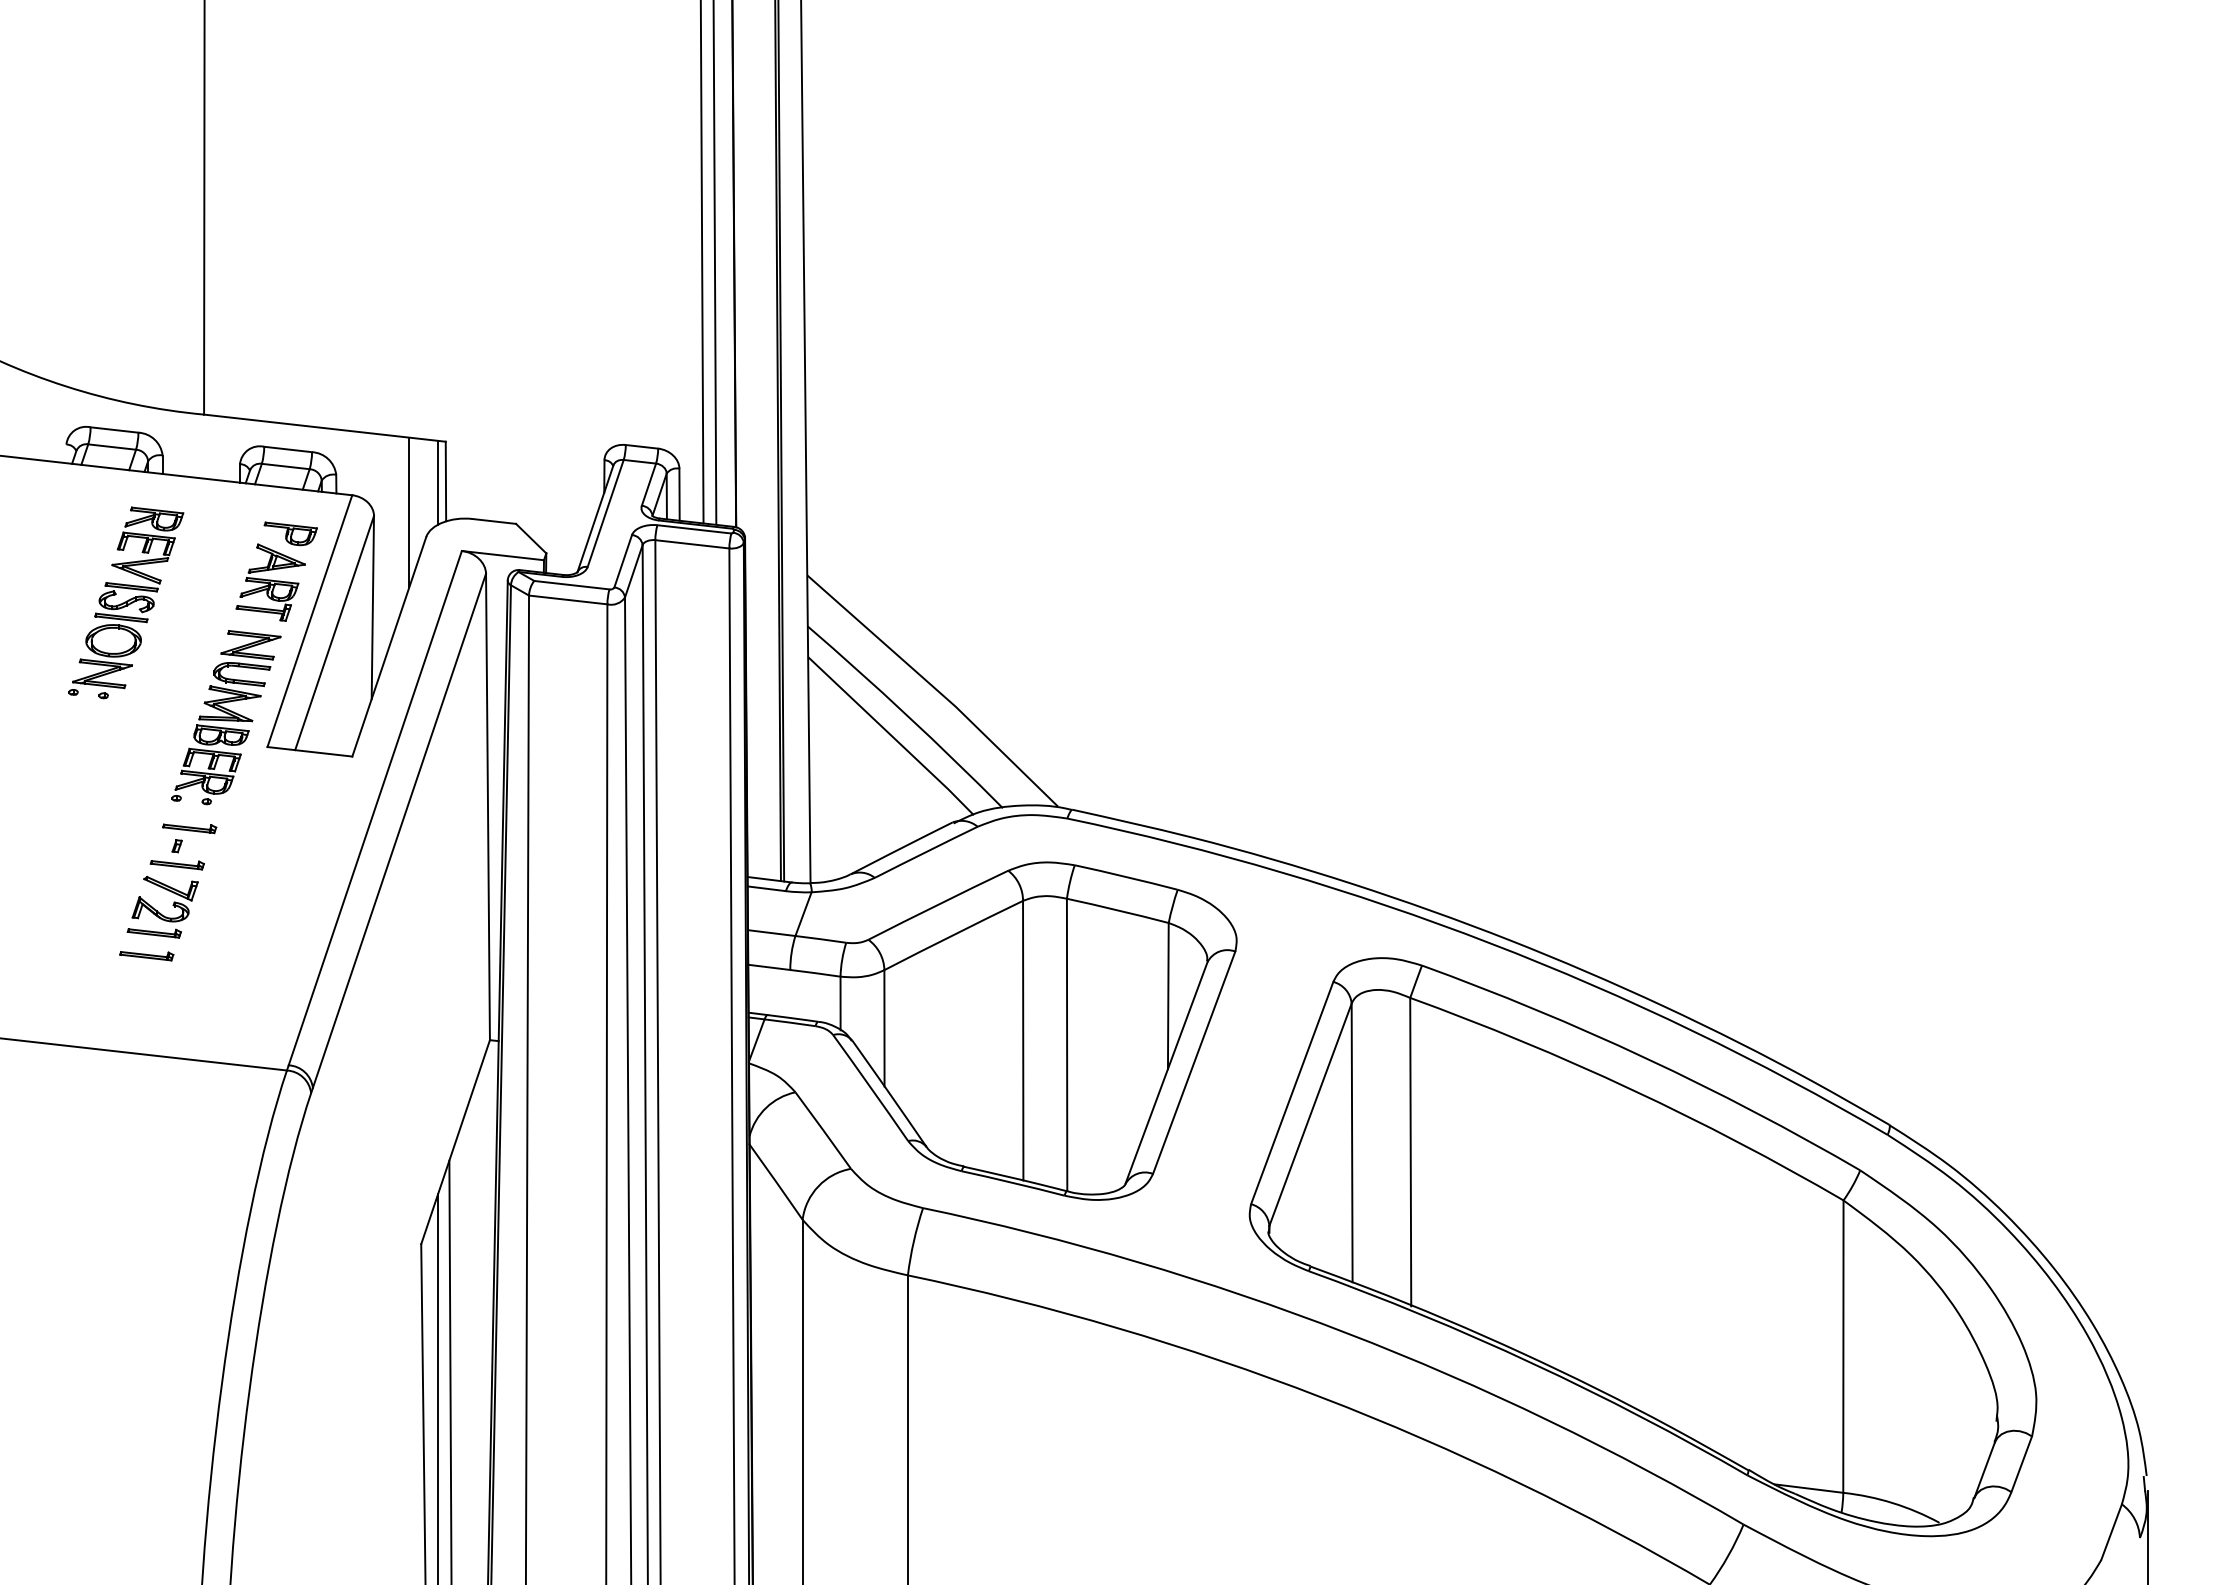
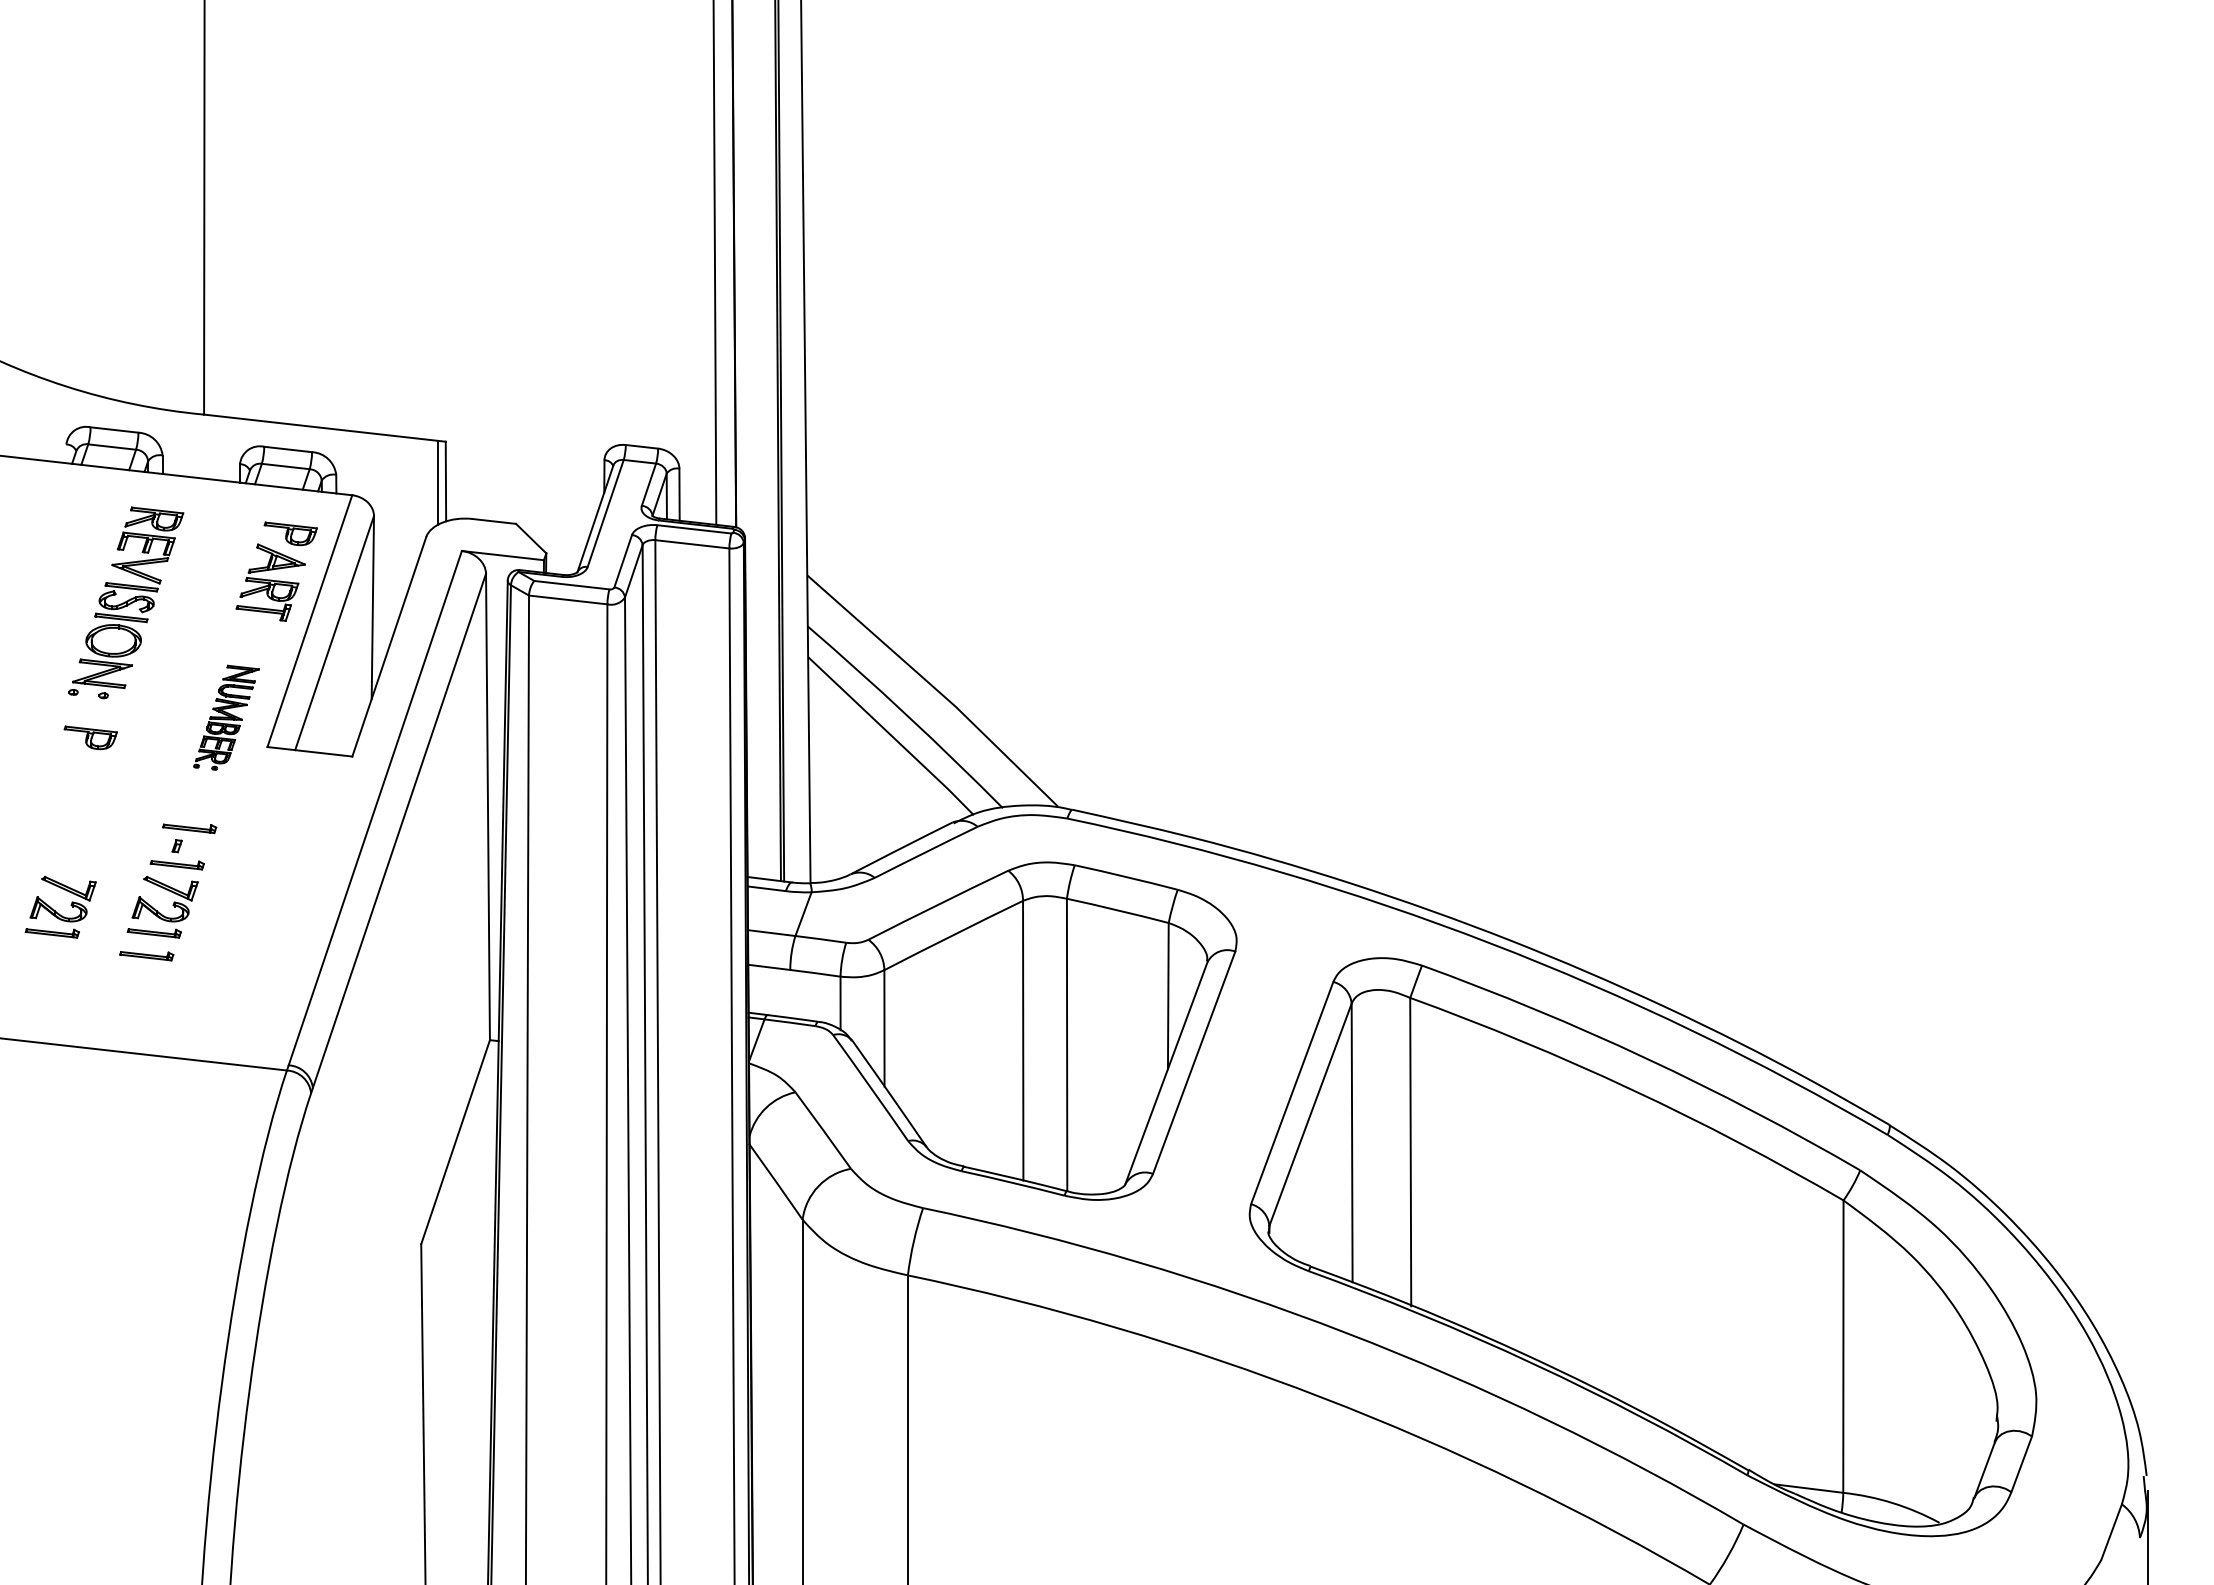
line at (701, 262): present -> none
line at (409, 512): present -> none
part at (226, 717) size: 111x176 px -> 67x107 px
part at (90, 737): none -> present
part at (60, 907): none -> present
line at (450, 1370): present -> none
line at (438, 1387): present -> none
